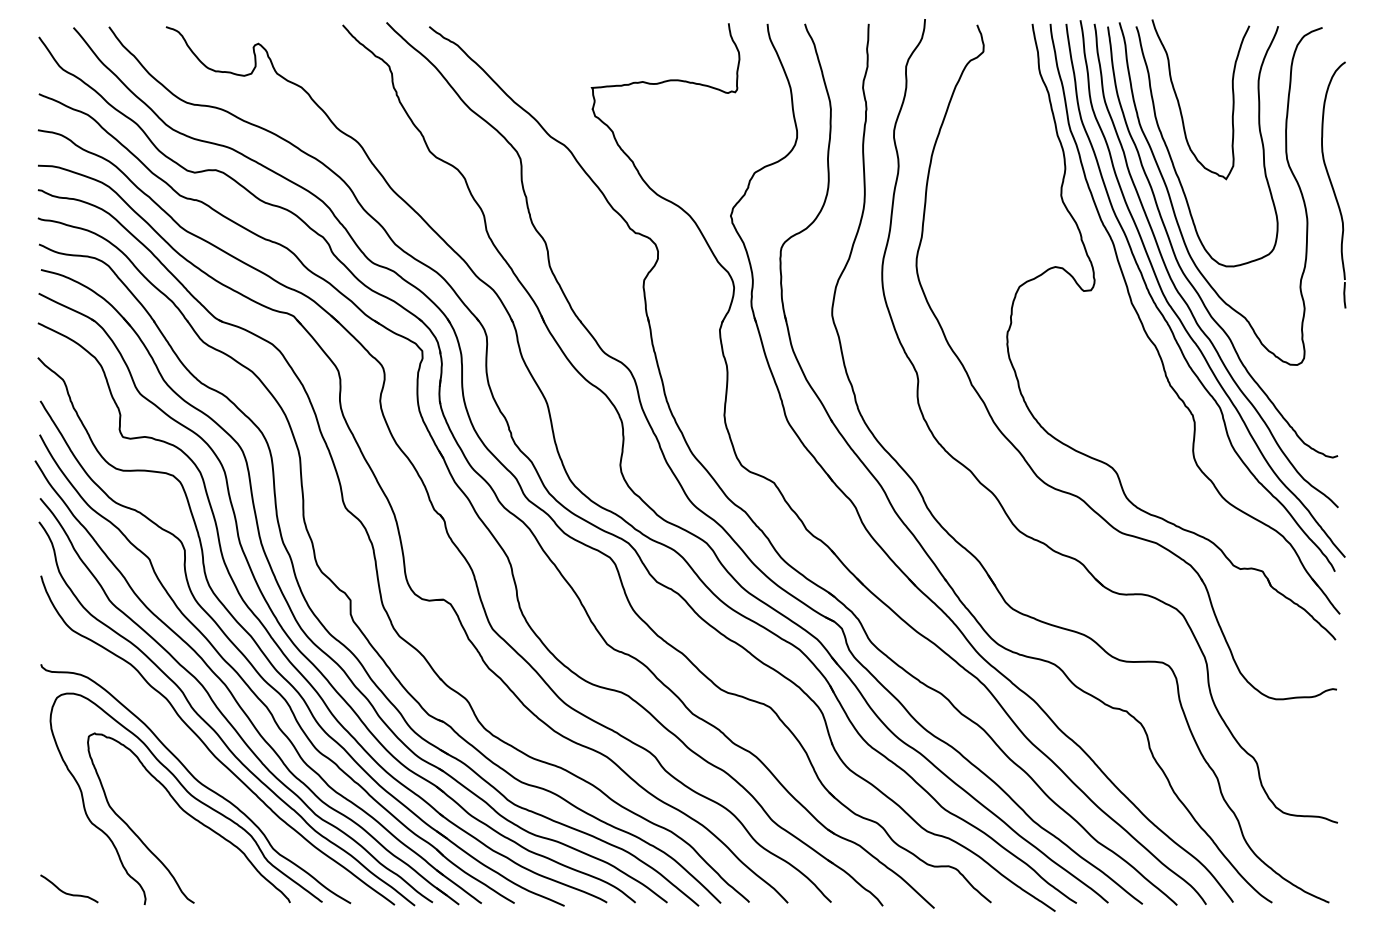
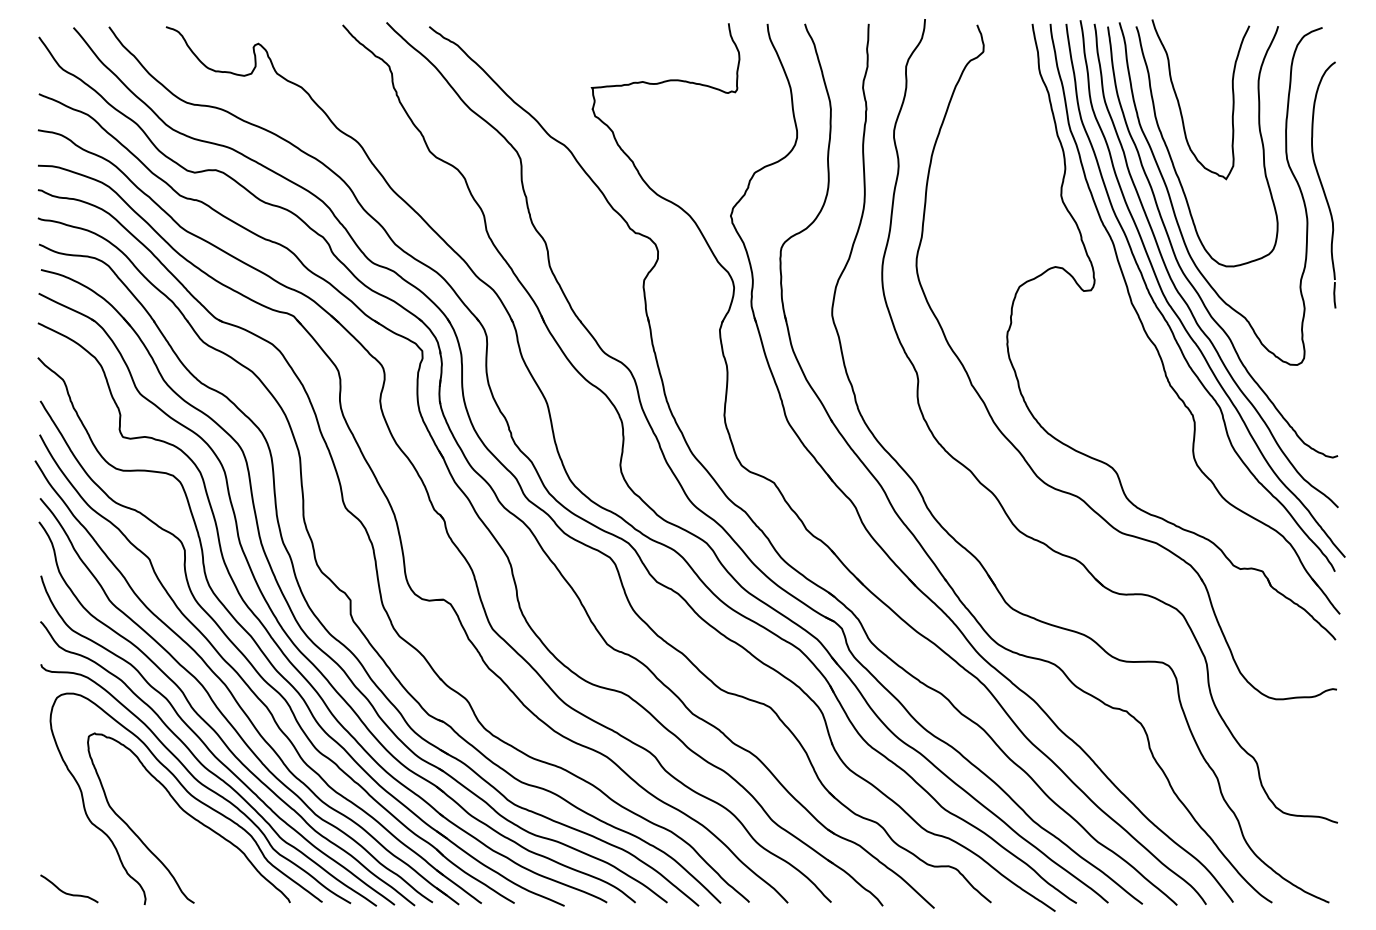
part at (1333, 184) position: (1333, 184) -> (1323, 184)
curve at (205, 766): none -> present
